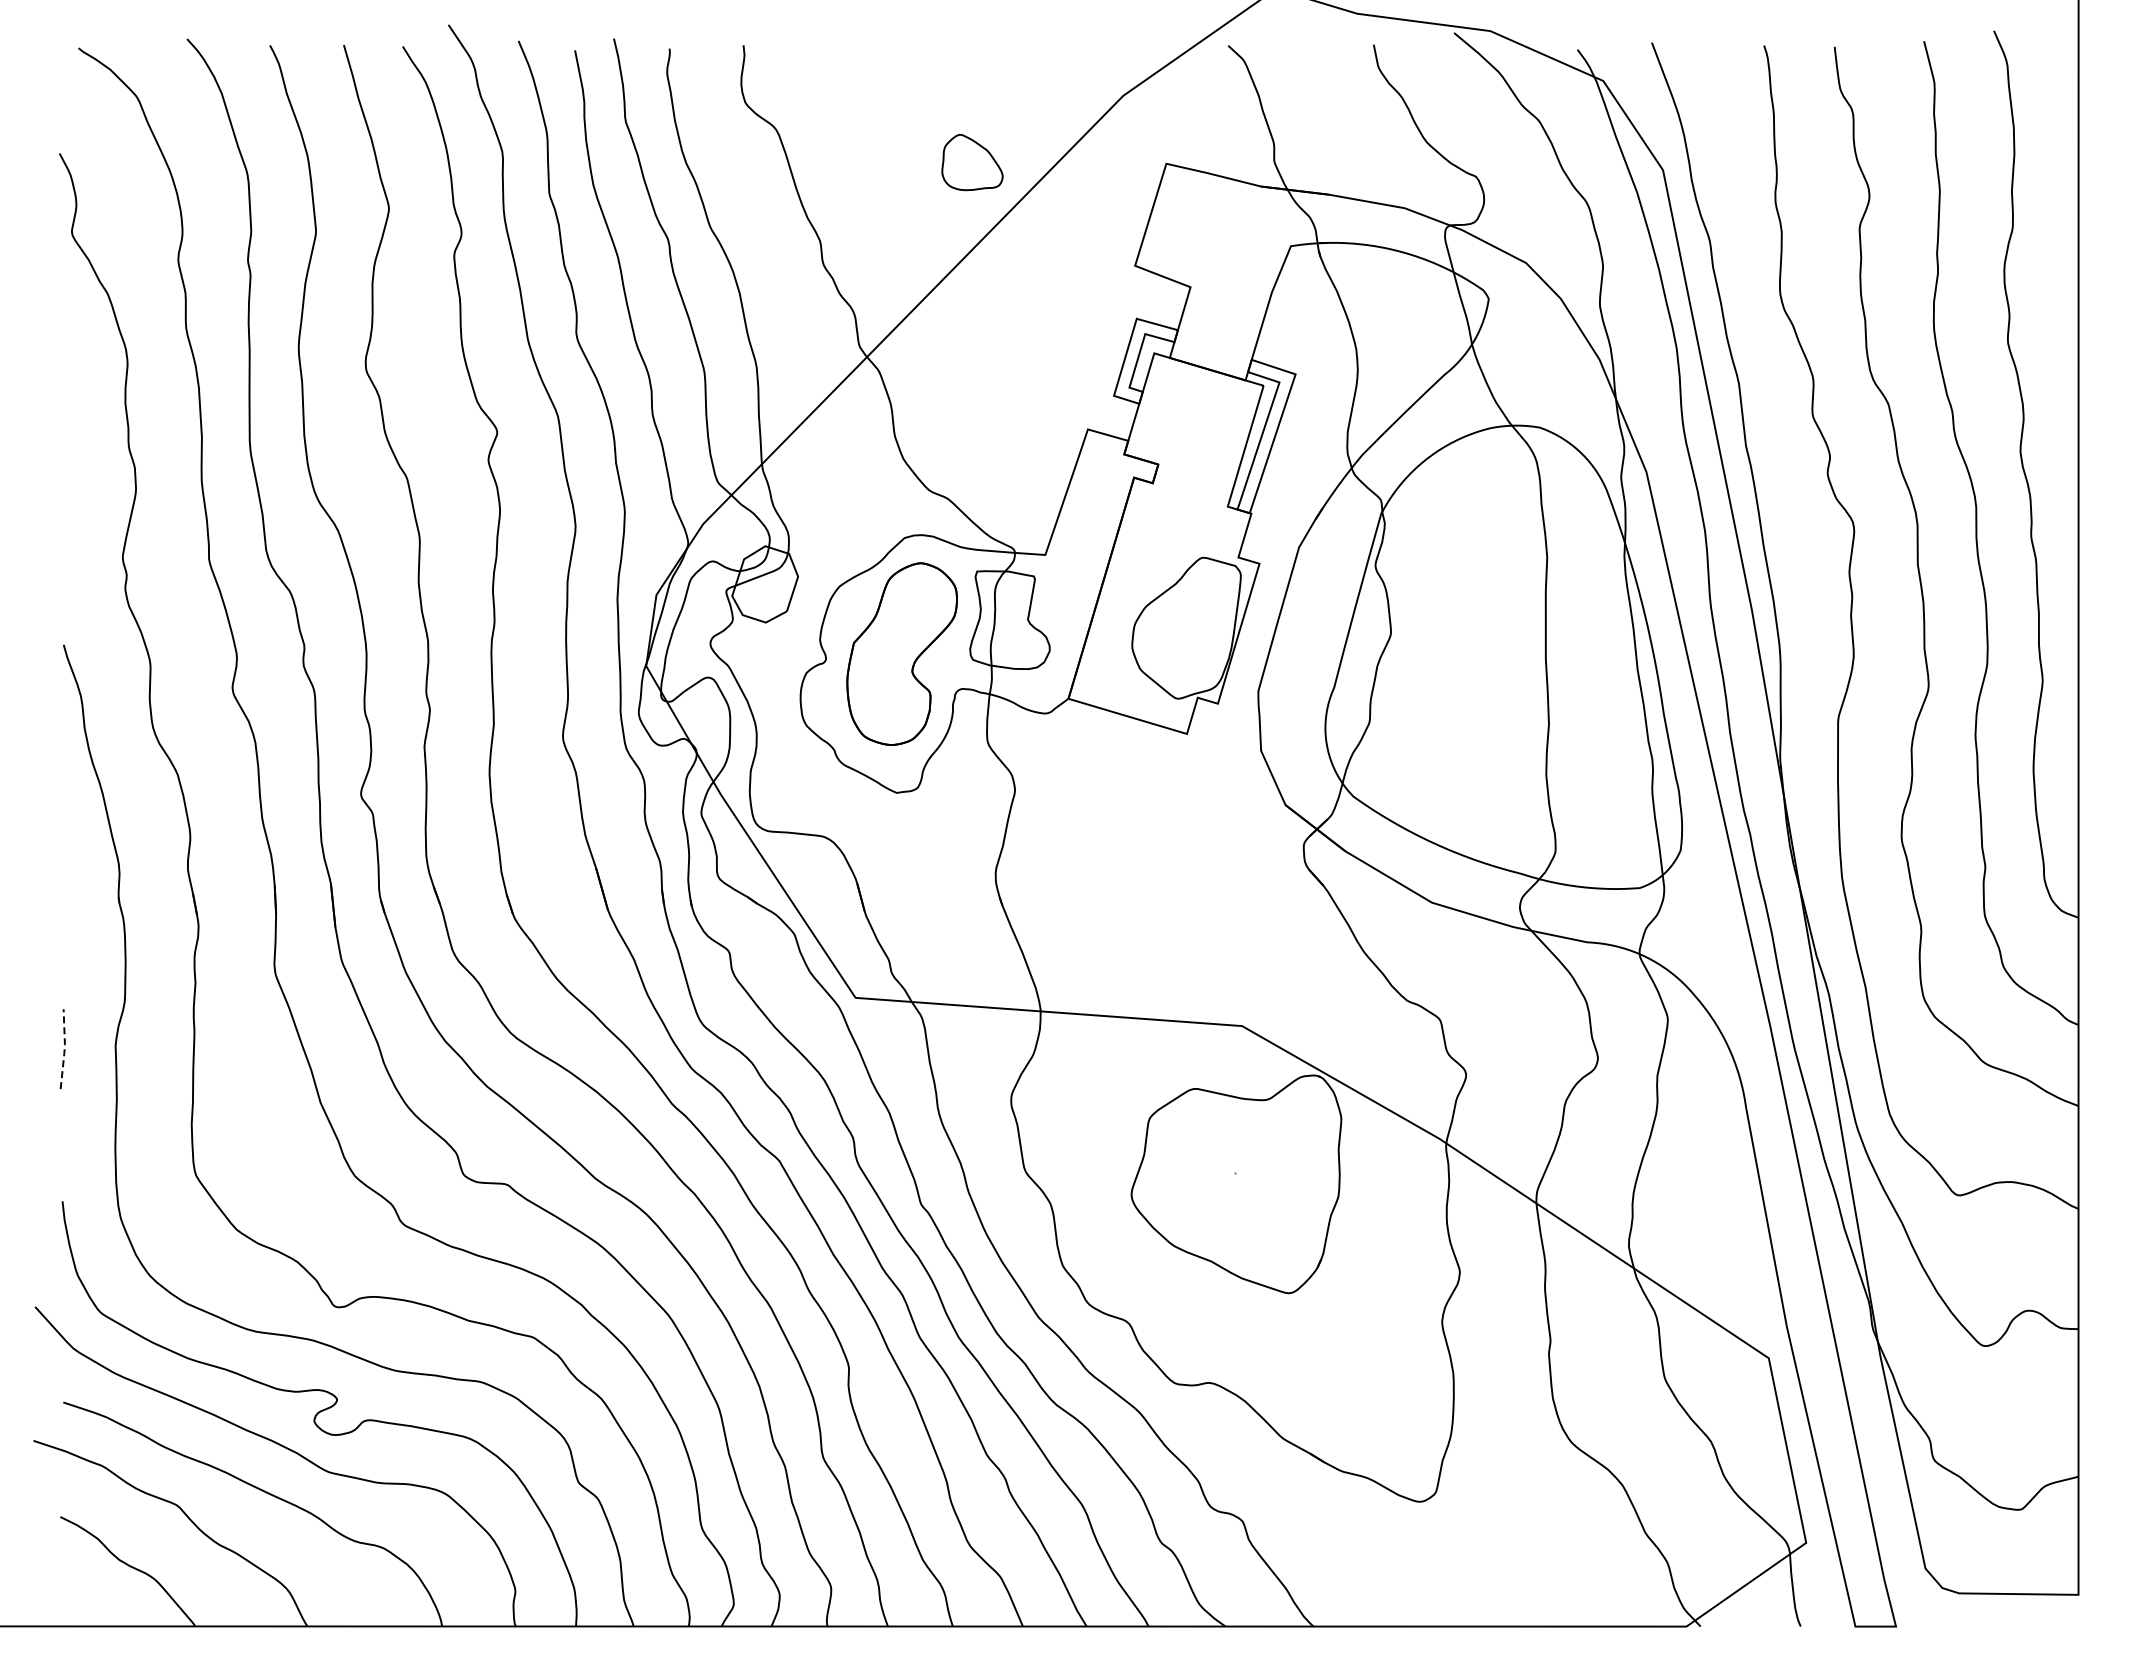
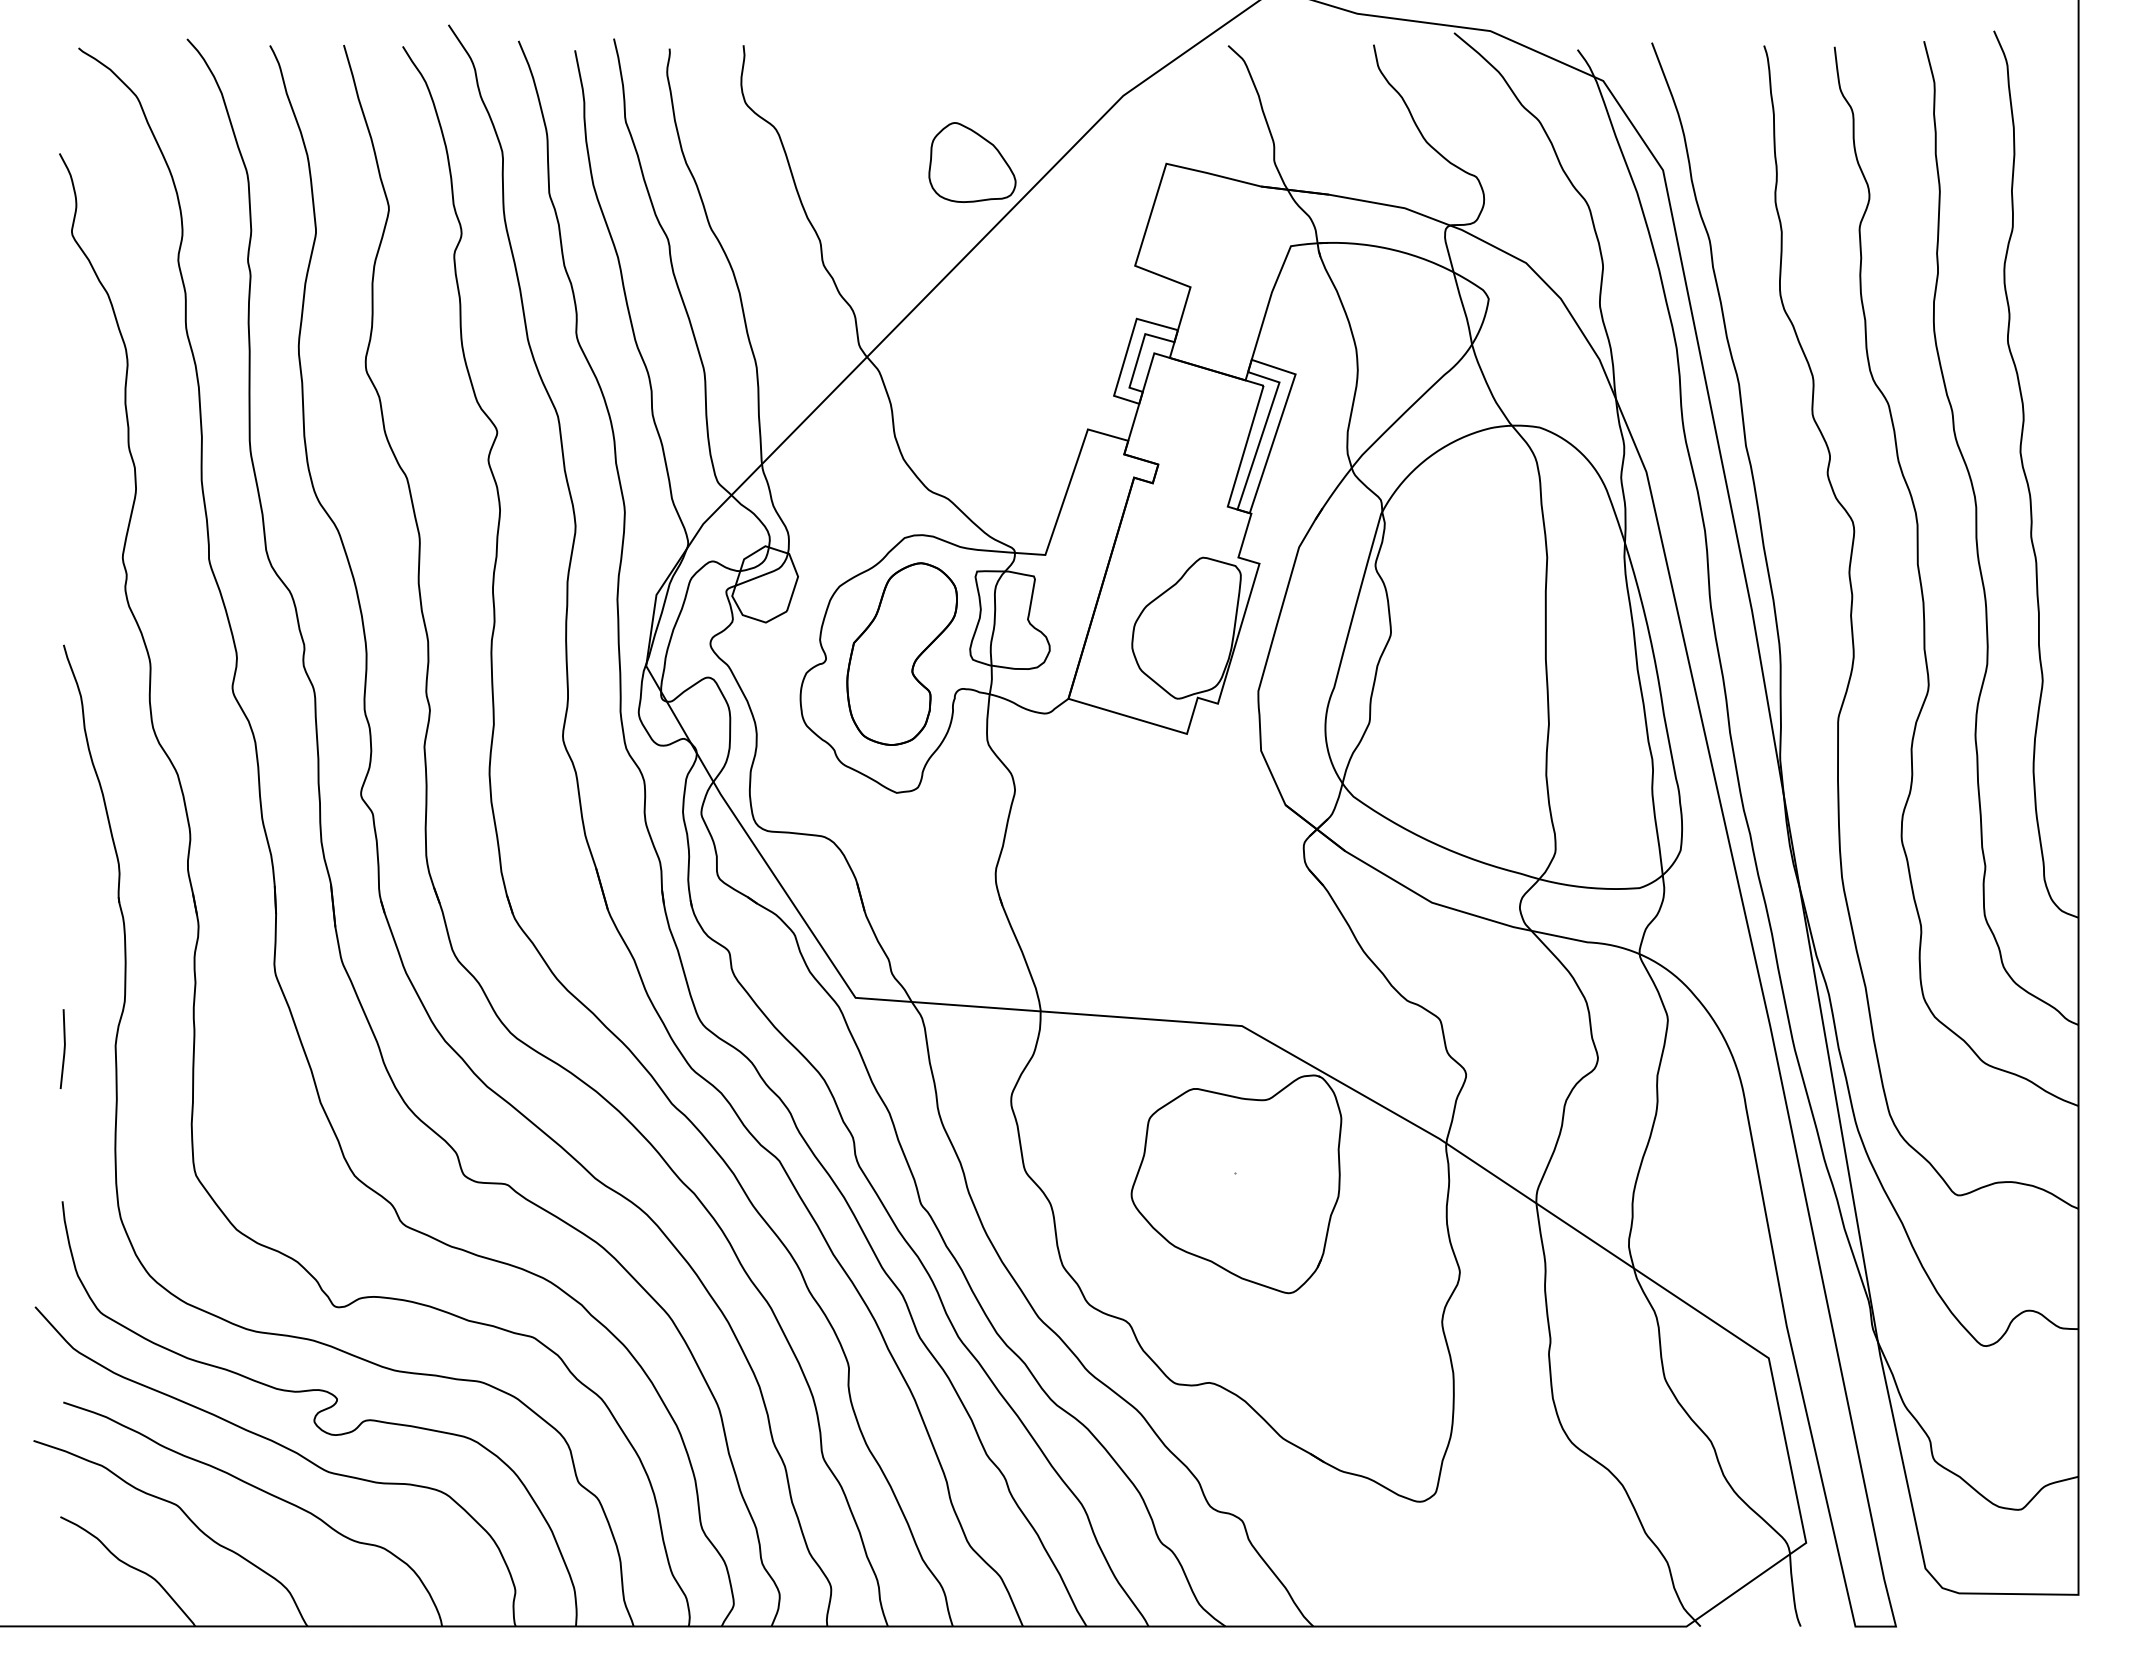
part at (972, 162) size: 63x58 px -> 89x81 px
line at (64, 1048): dashed -> solid
